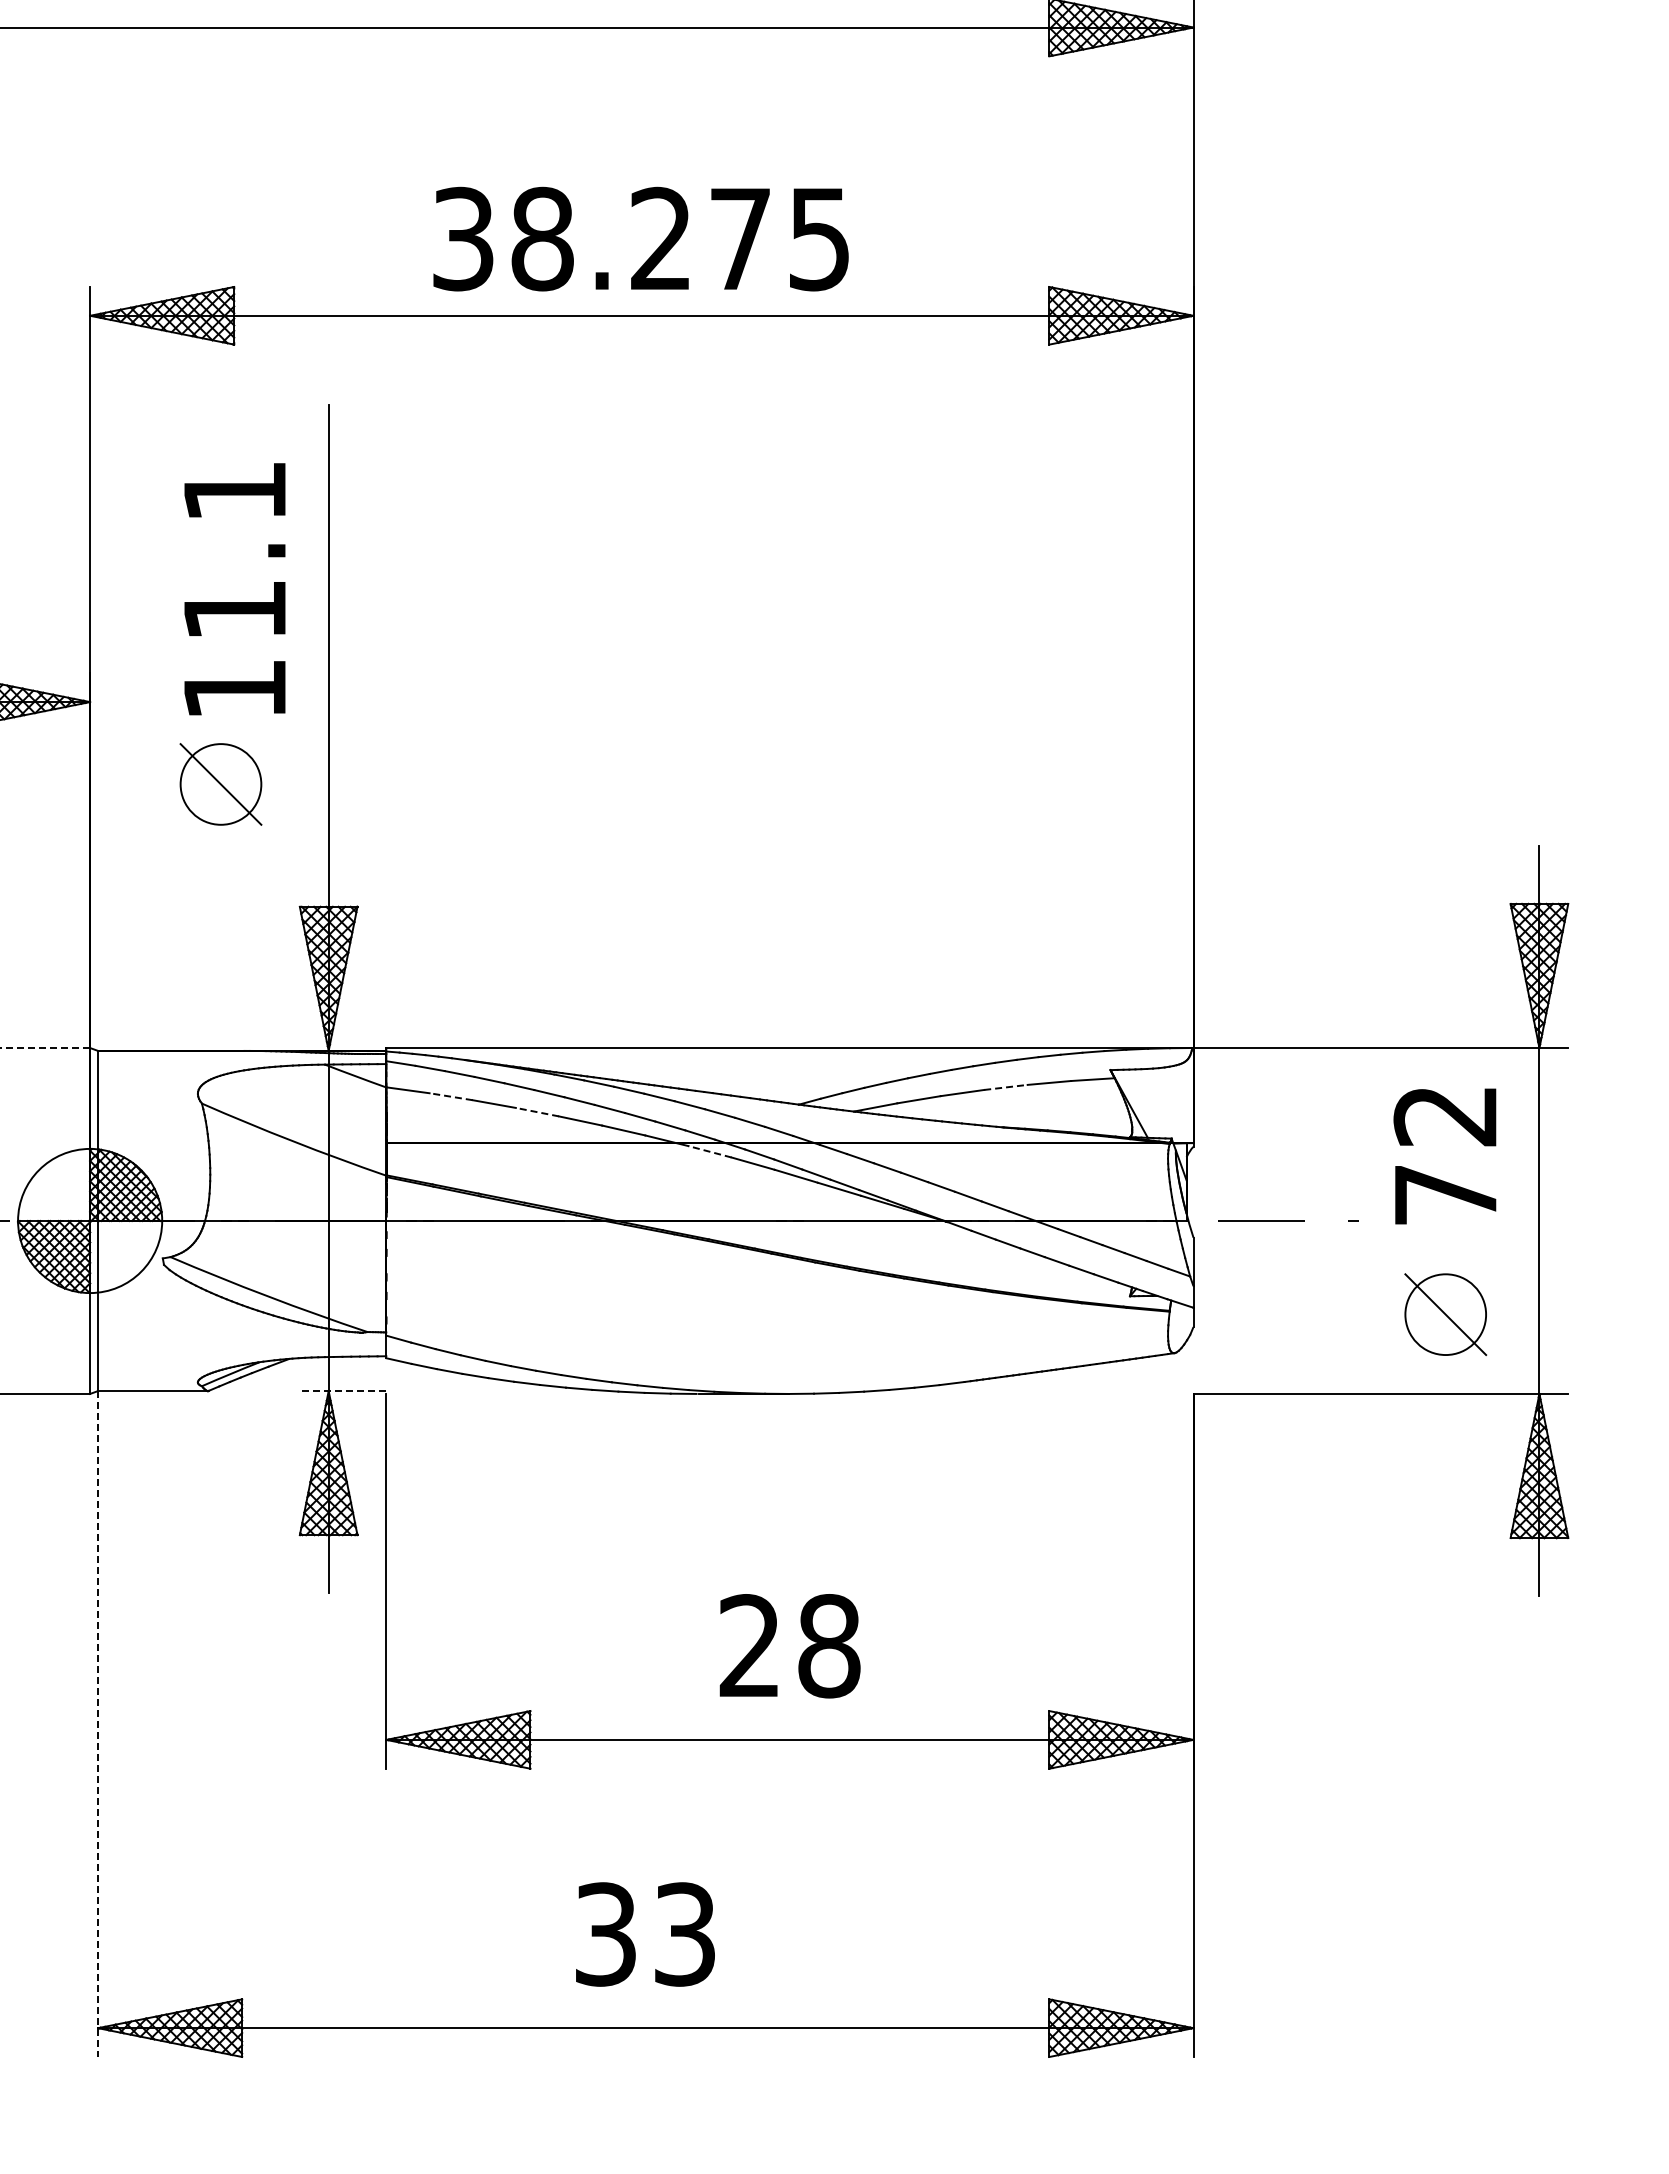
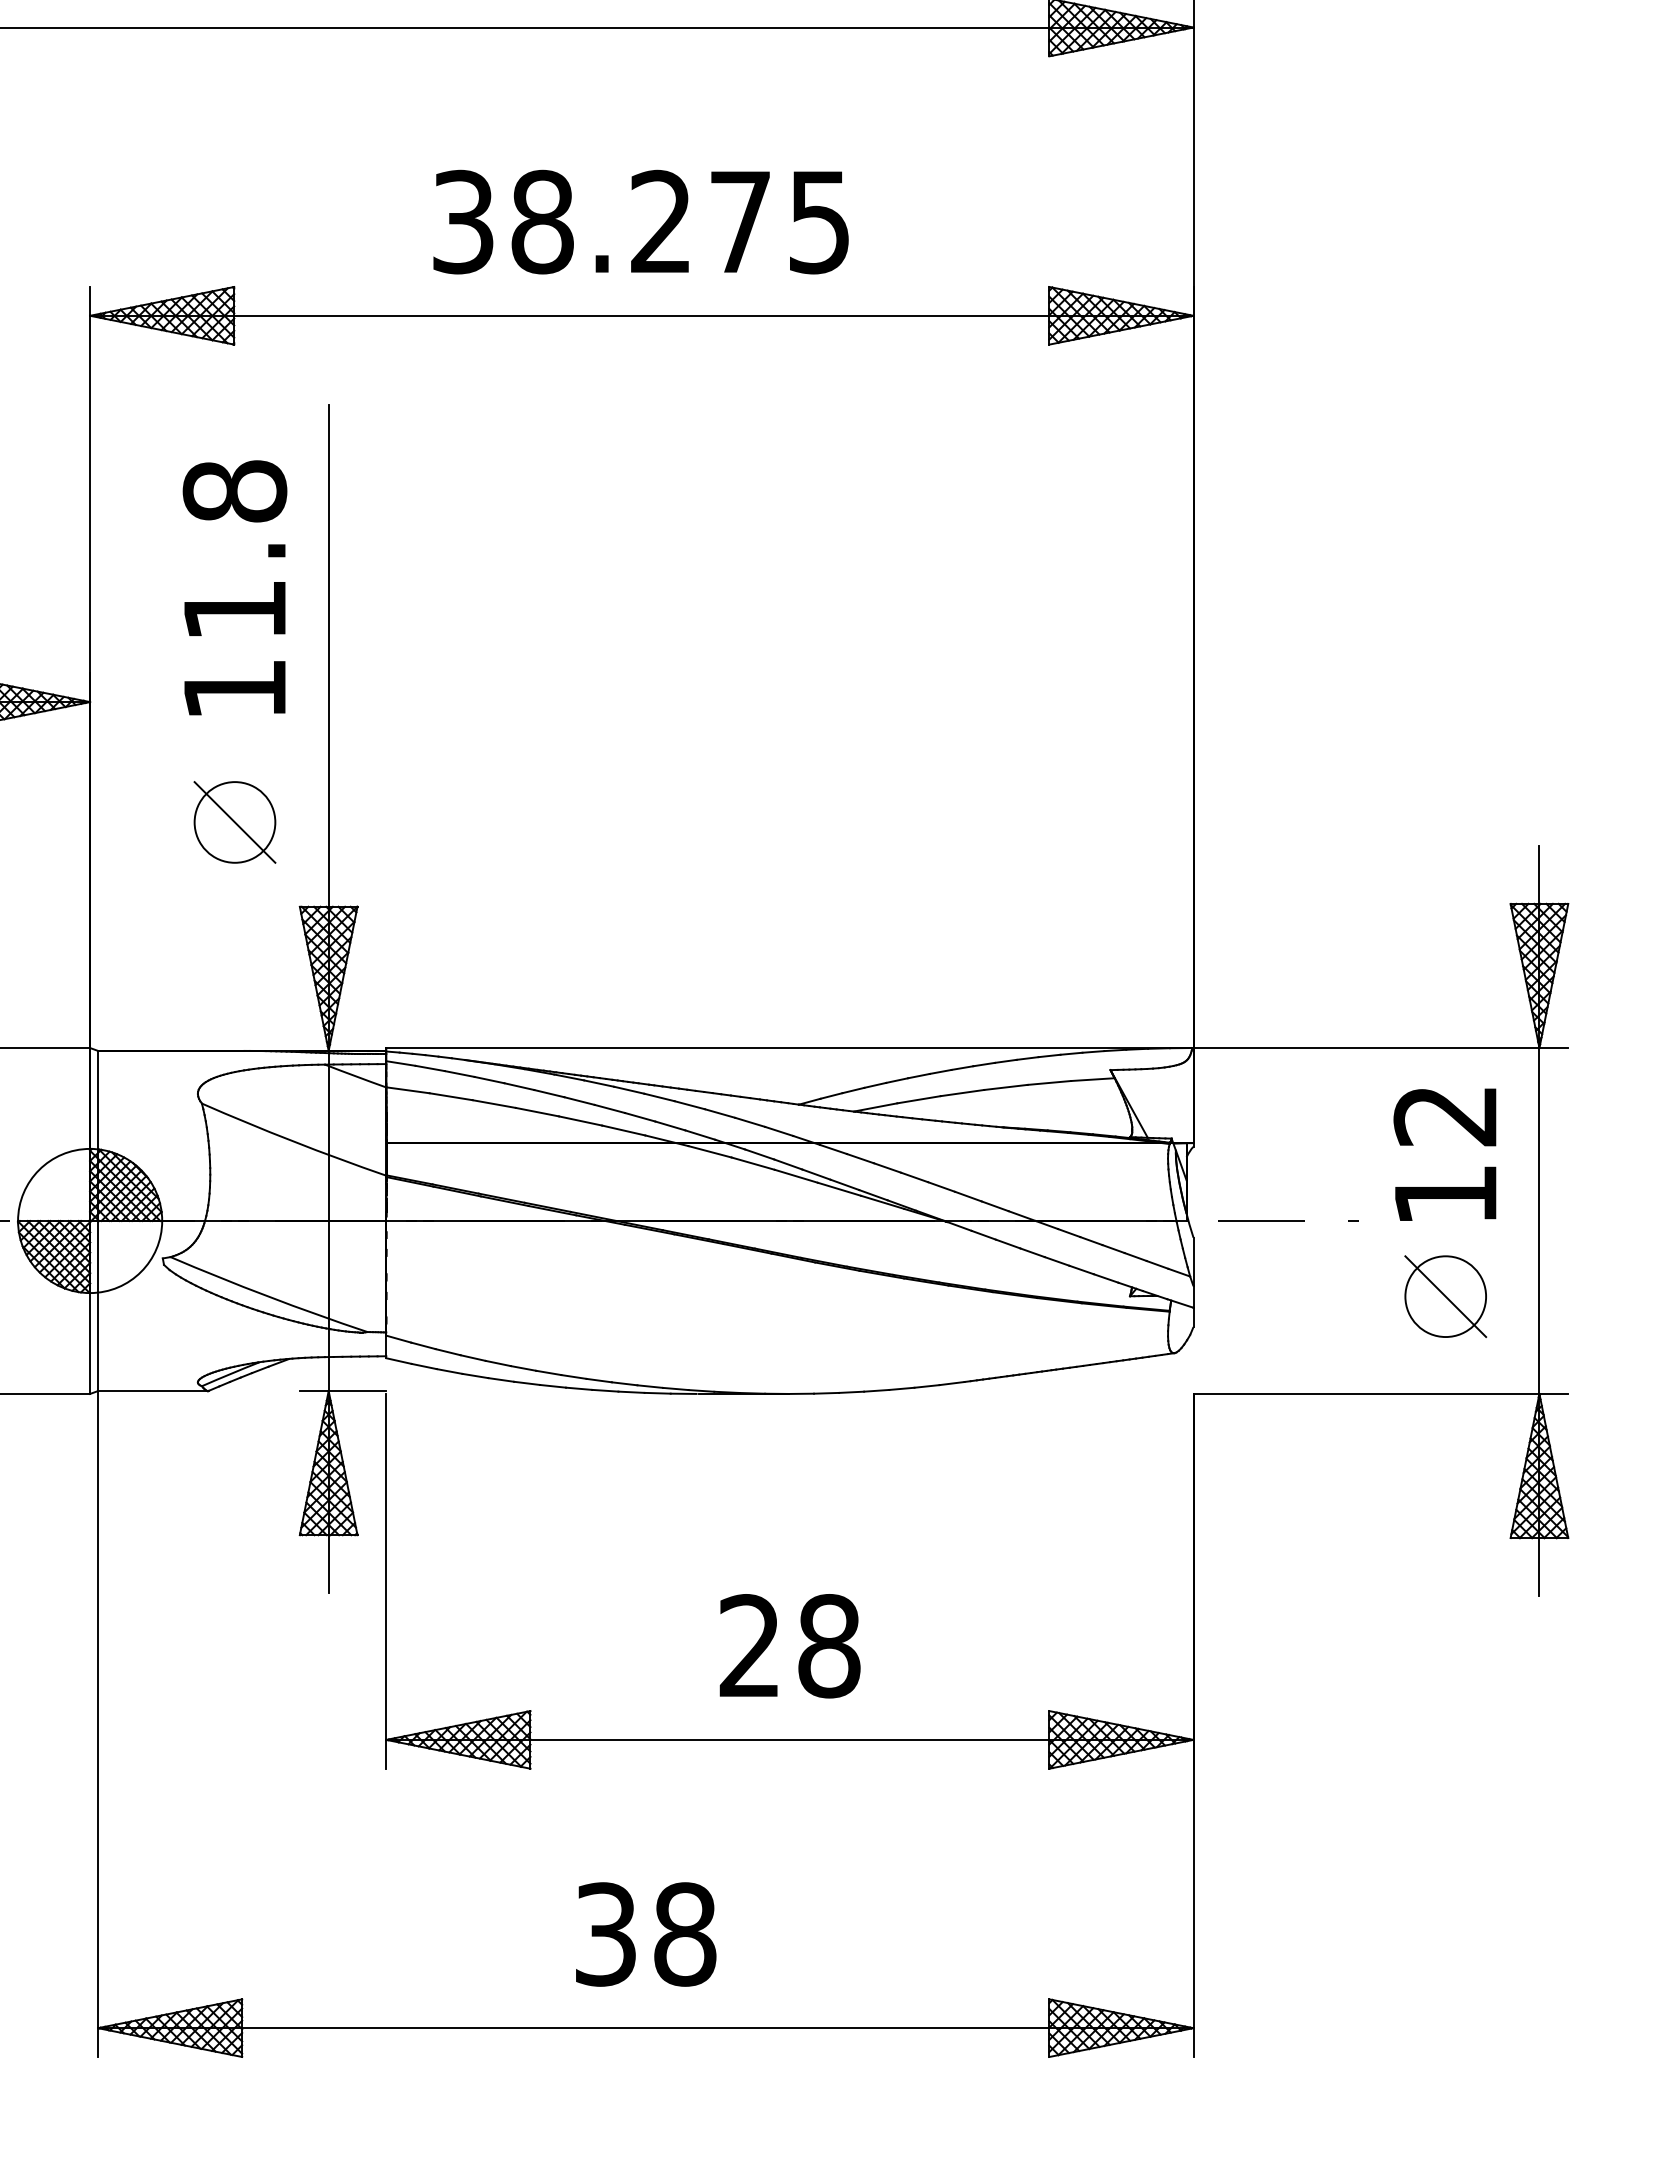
text at (640, 238) position: (640, 238) -> (640, 221)
text at (234, 491): 11.1 -> 11.8
part at (220, 784) position: (220, 784) -> (234, 822)
line at (45, 1048): dashed -> solid
line at (1005, 1087): dashed -> solid
line at (451, 1096): dashed -> solid
line at (537, 1112): dashed -> solid
line at (709, 1151): dashed -> solid
text at (1445, 1195): 72 -> 12
part at (1445, 1314) position: (1445, 1314) -> (1445, 1296)
line at (342, 1391): dashed -> solid
line at (98, 1724): dashed -> solid
text at (685, 1934): 33 -> 38
